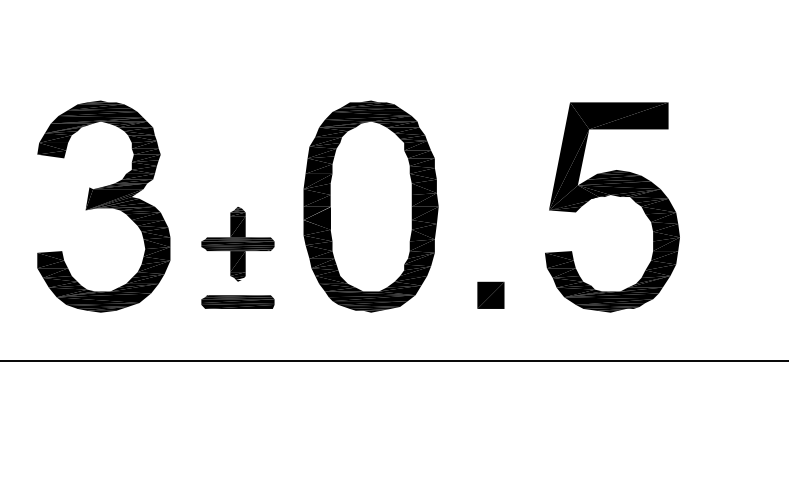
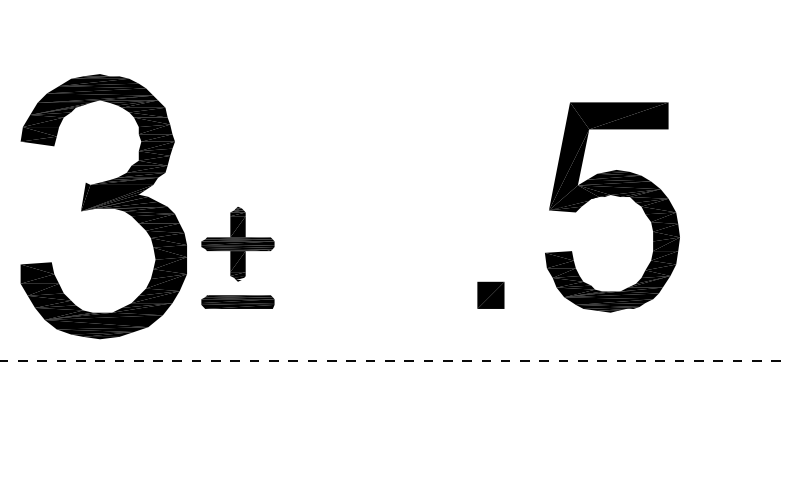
part at (103, 206) size: 134x213 px -> 167x266 px
part at (370, 206): present -> none
line at (395, 361): solid -> dashed
